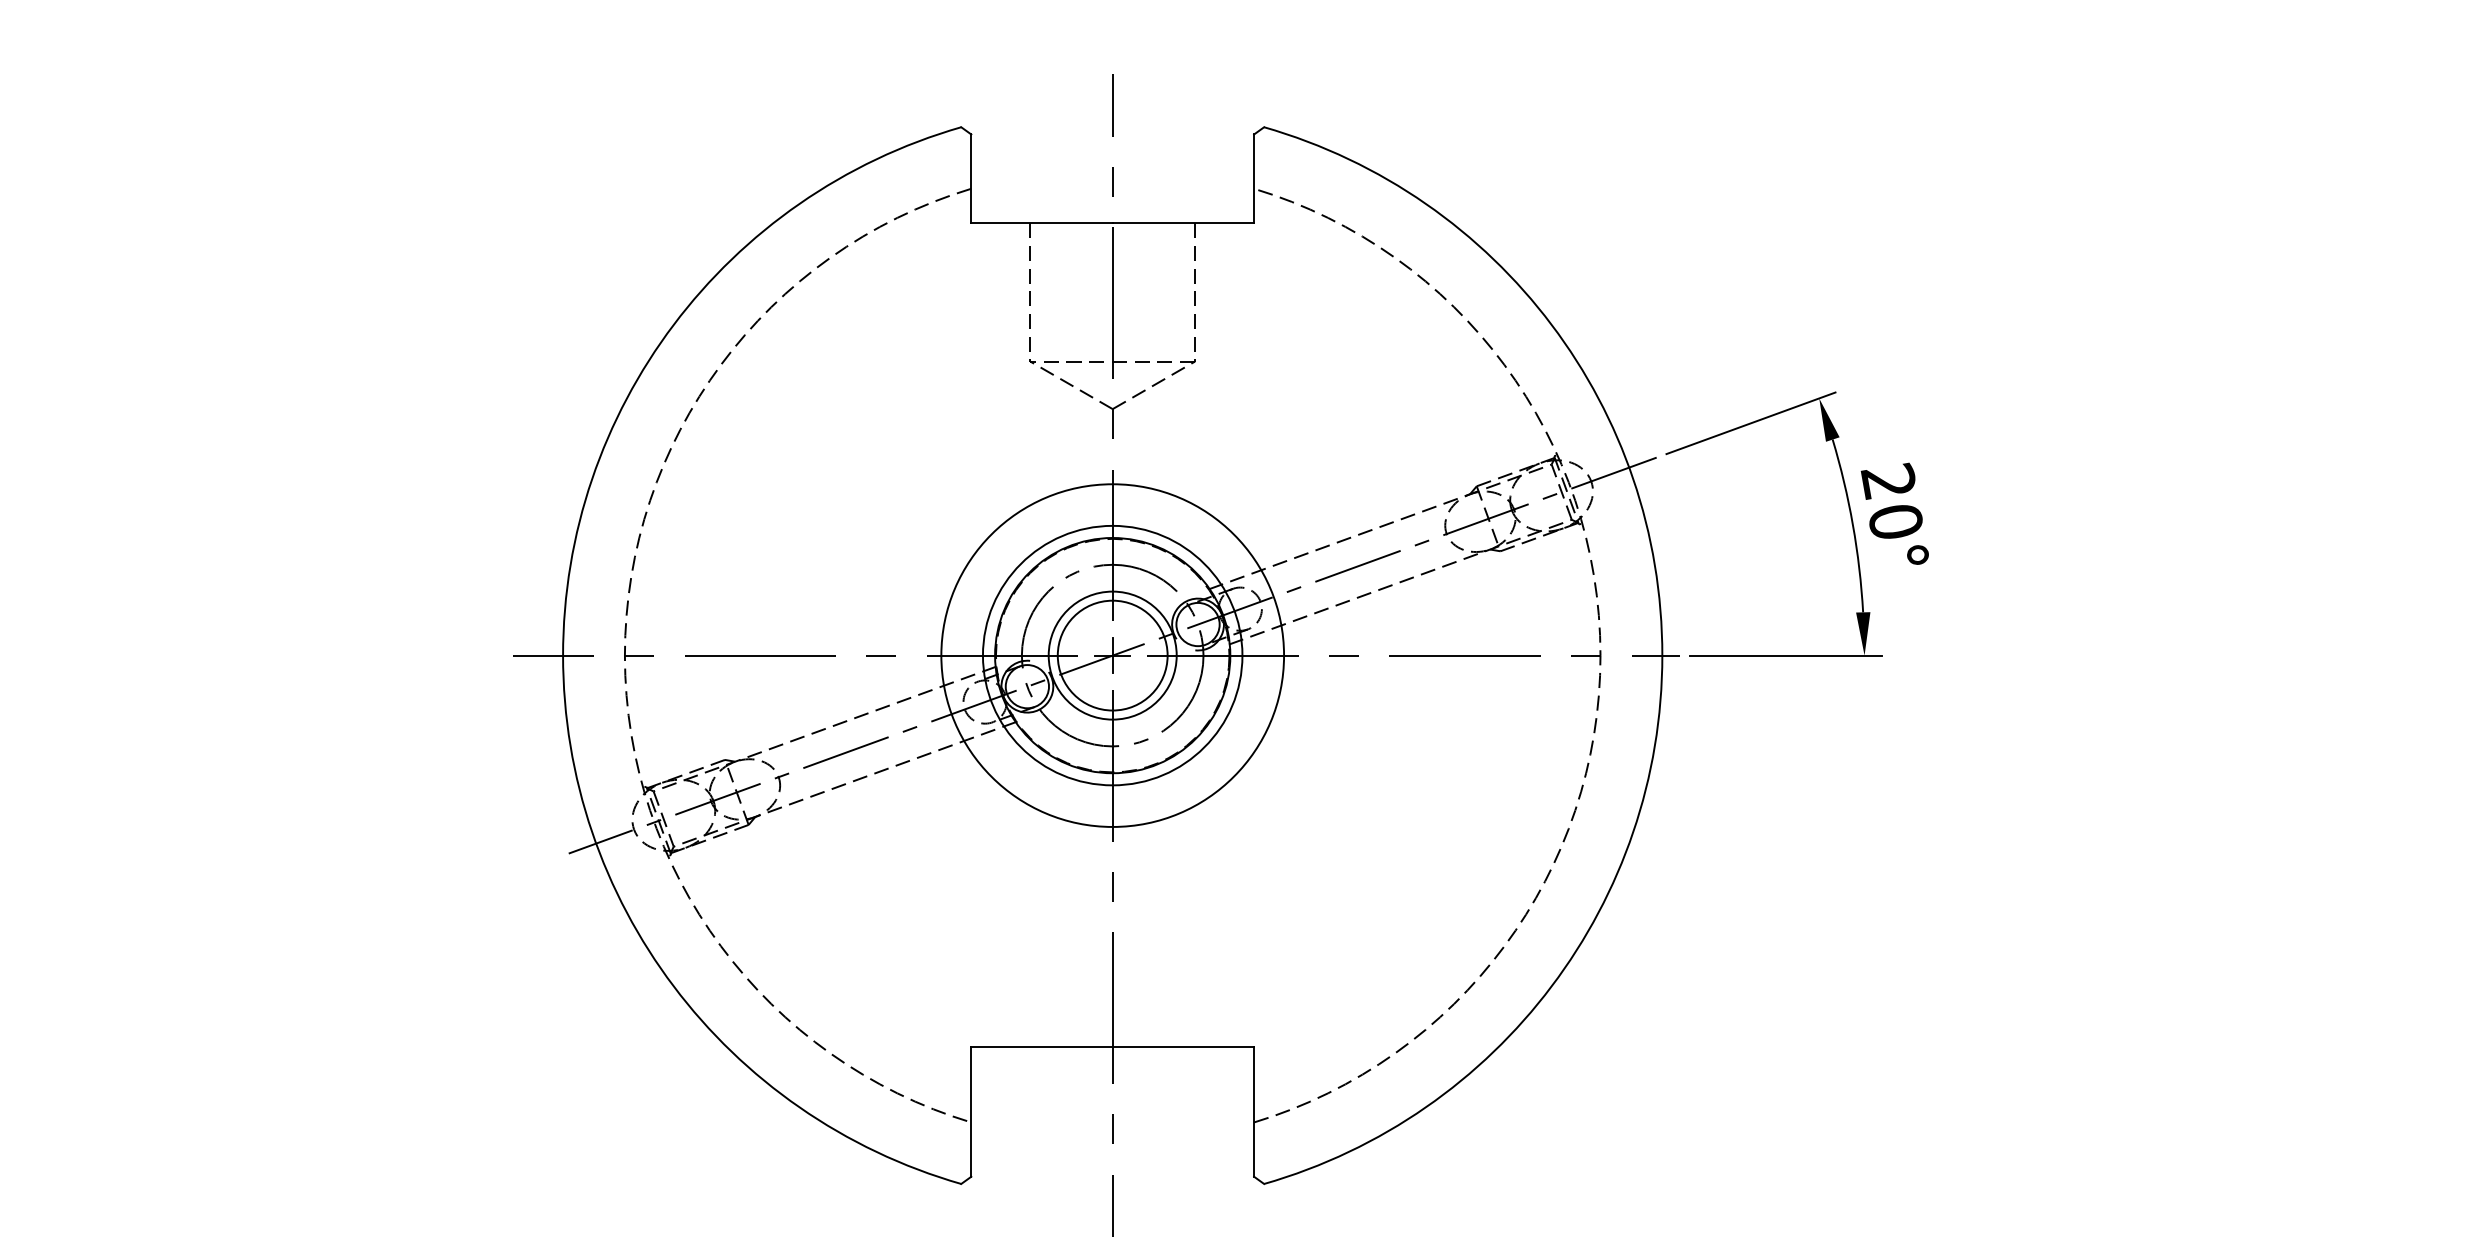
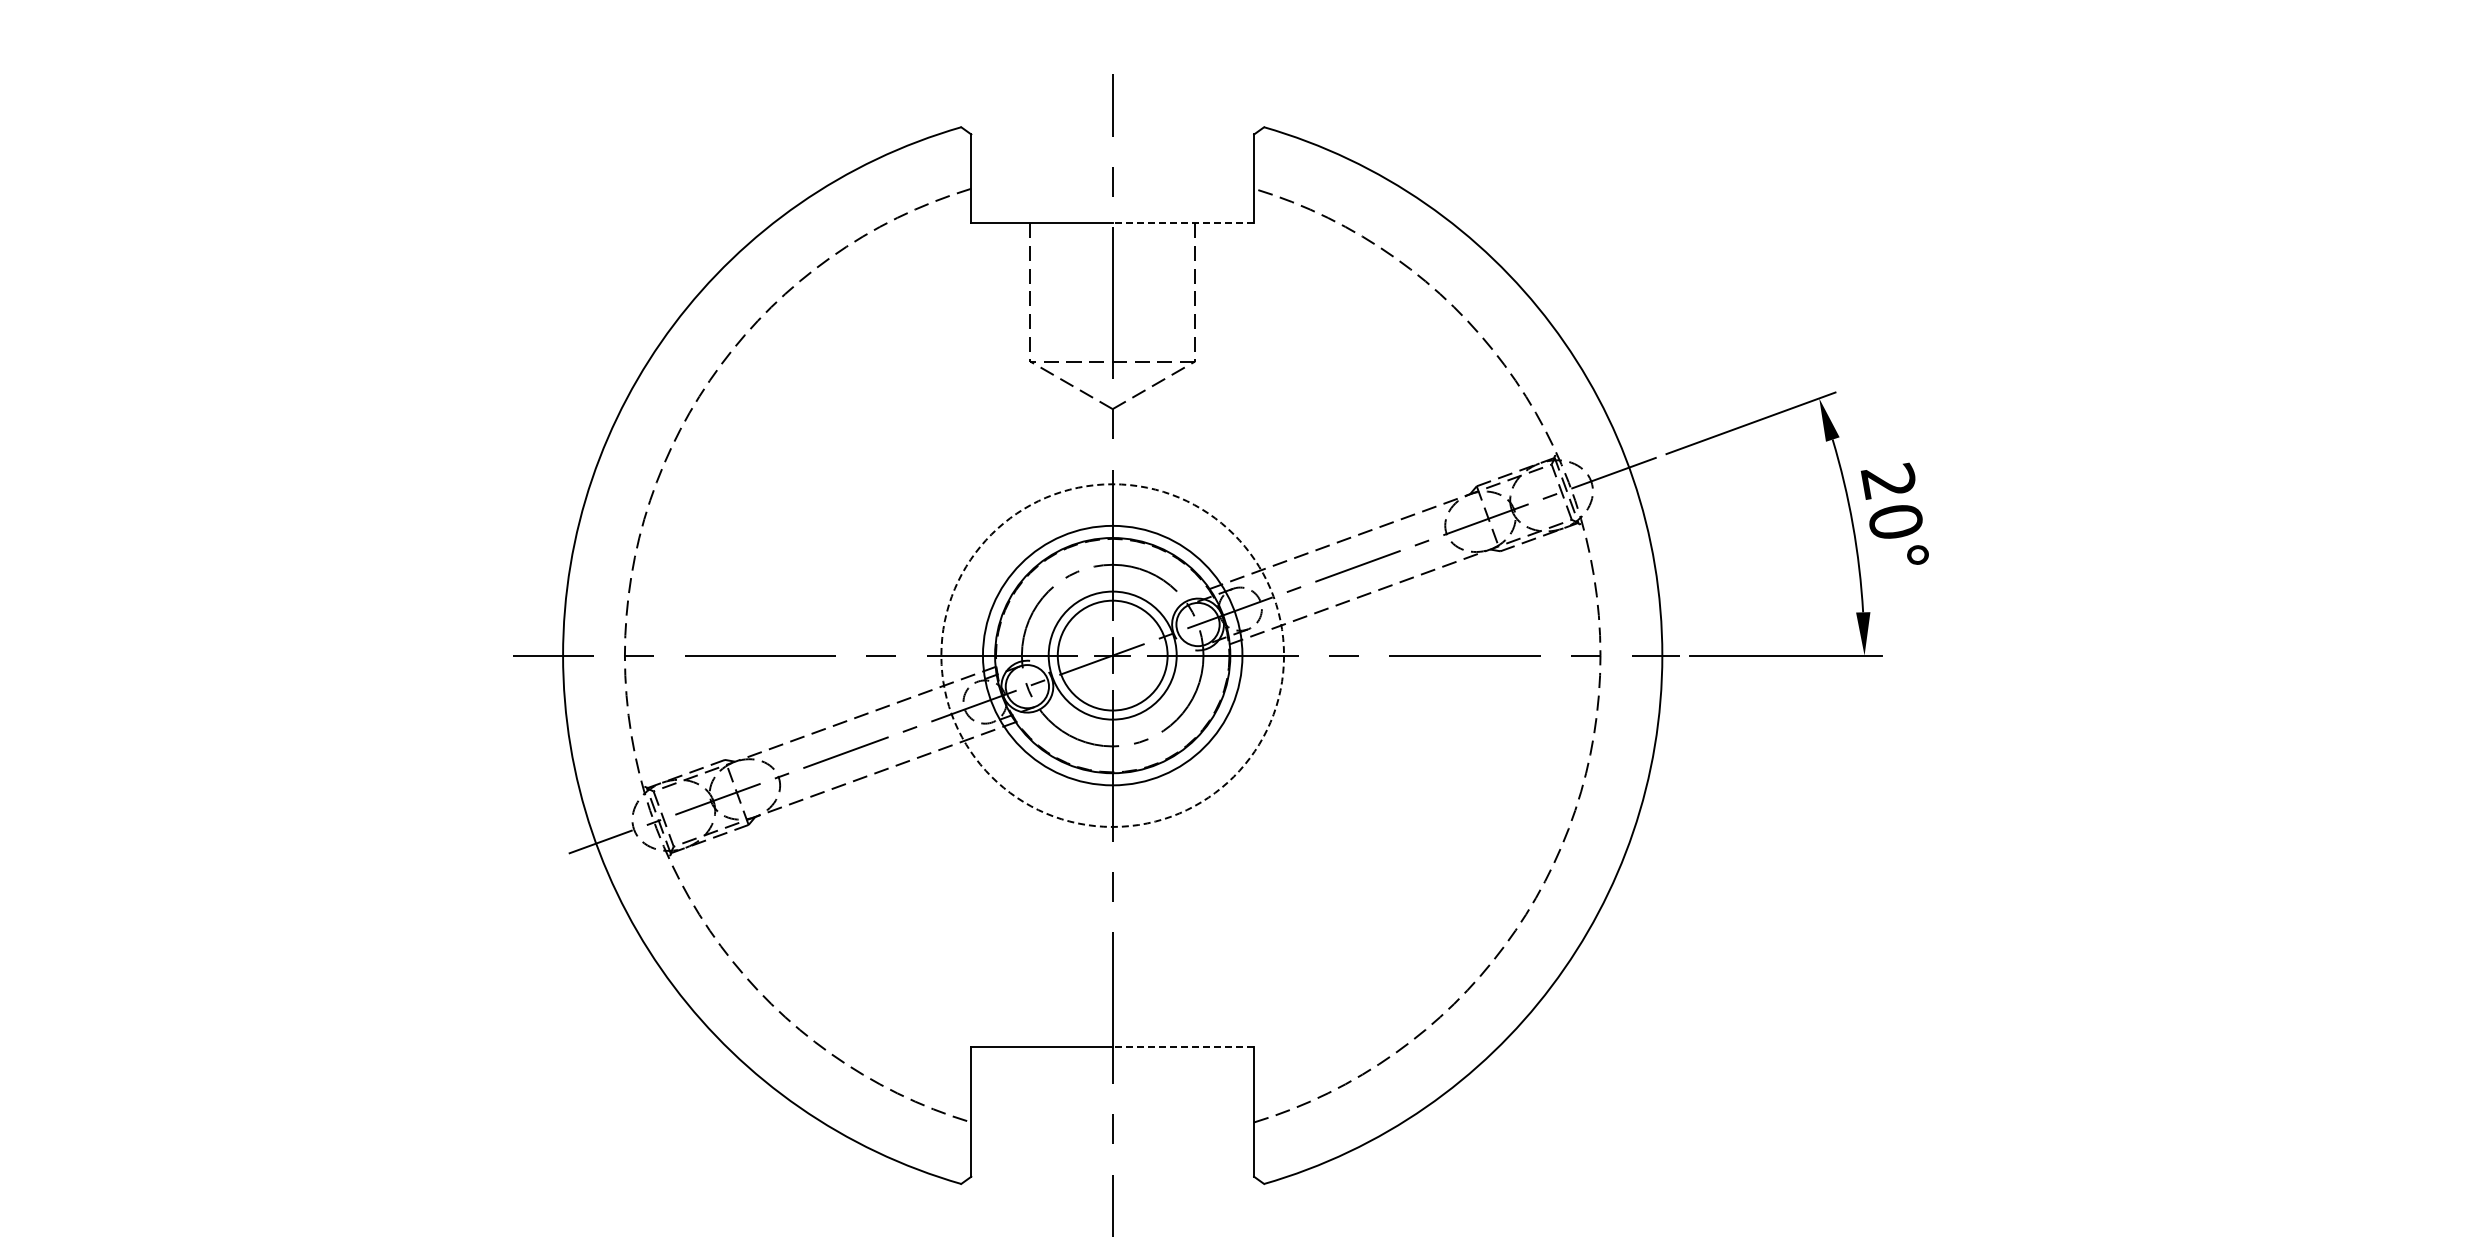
line at (1183, 223): solid -> dashed
circle at (1112, 655): solid -> dashed
line at (1183, 1046): solid -> dashed
